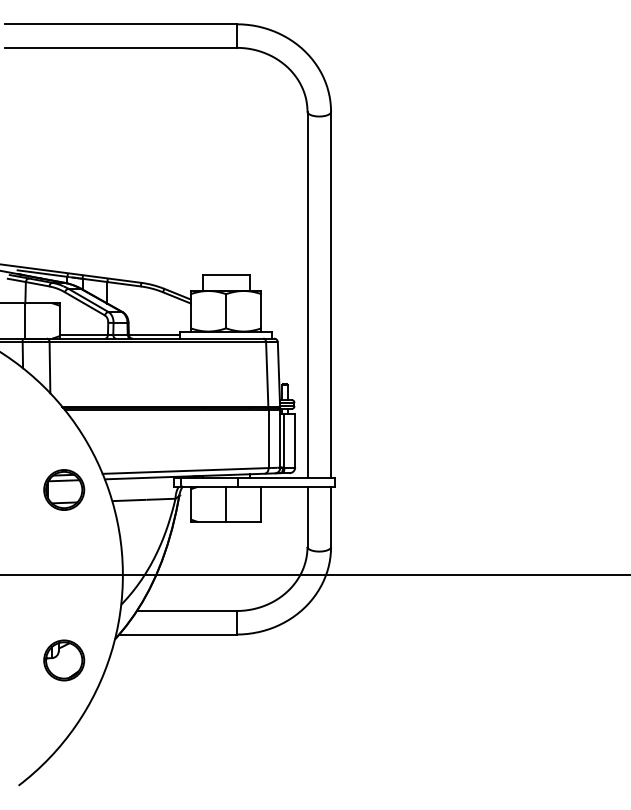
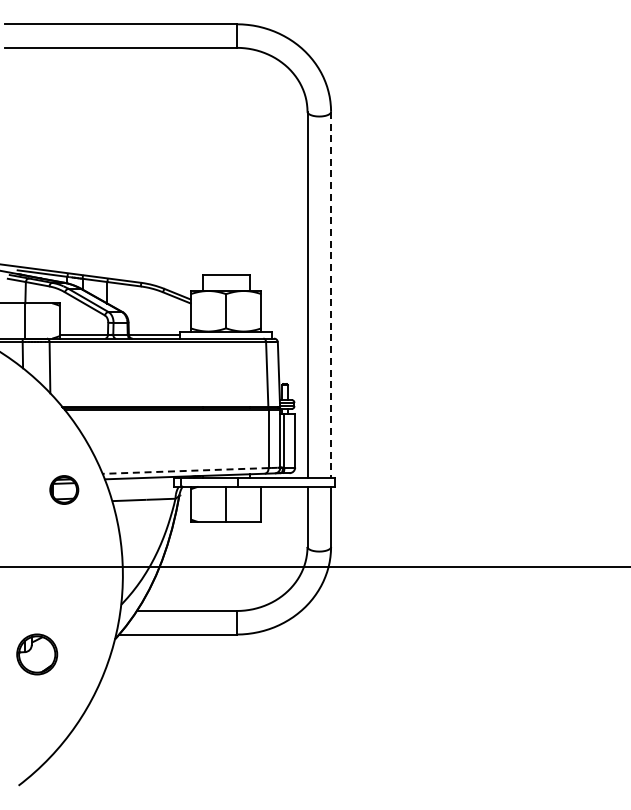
line at (331, 294): solid -> dashed
line at (185, 470): solid -> dashed
part at (64, 489) size: 43x42 px -> 31x30 px
line at (314, 575) position: (314, 575) -> (314, 567)
part at (64, 660) position: (64, 660) -> (37, 654)
